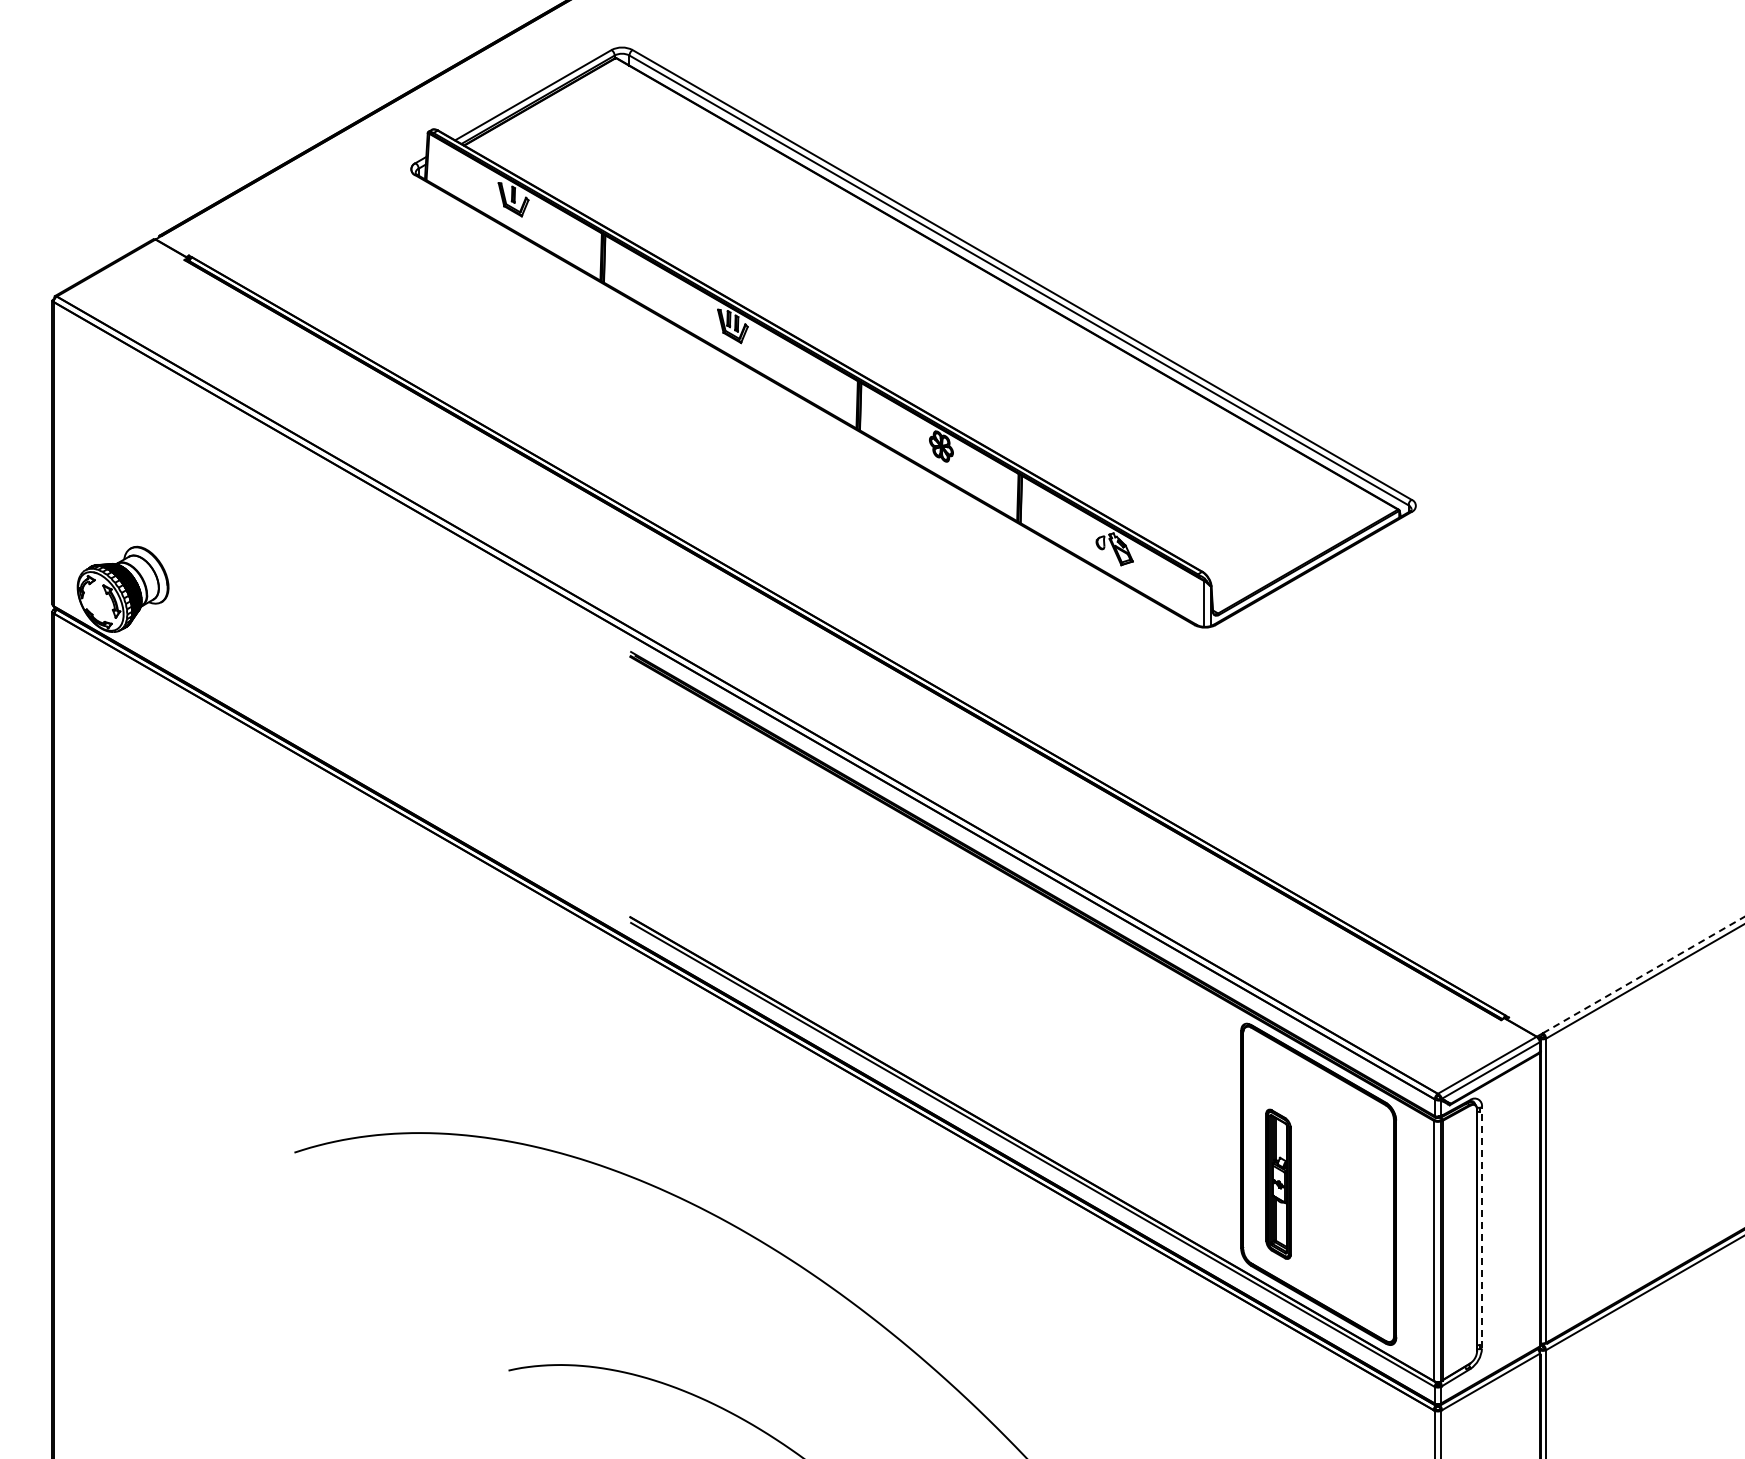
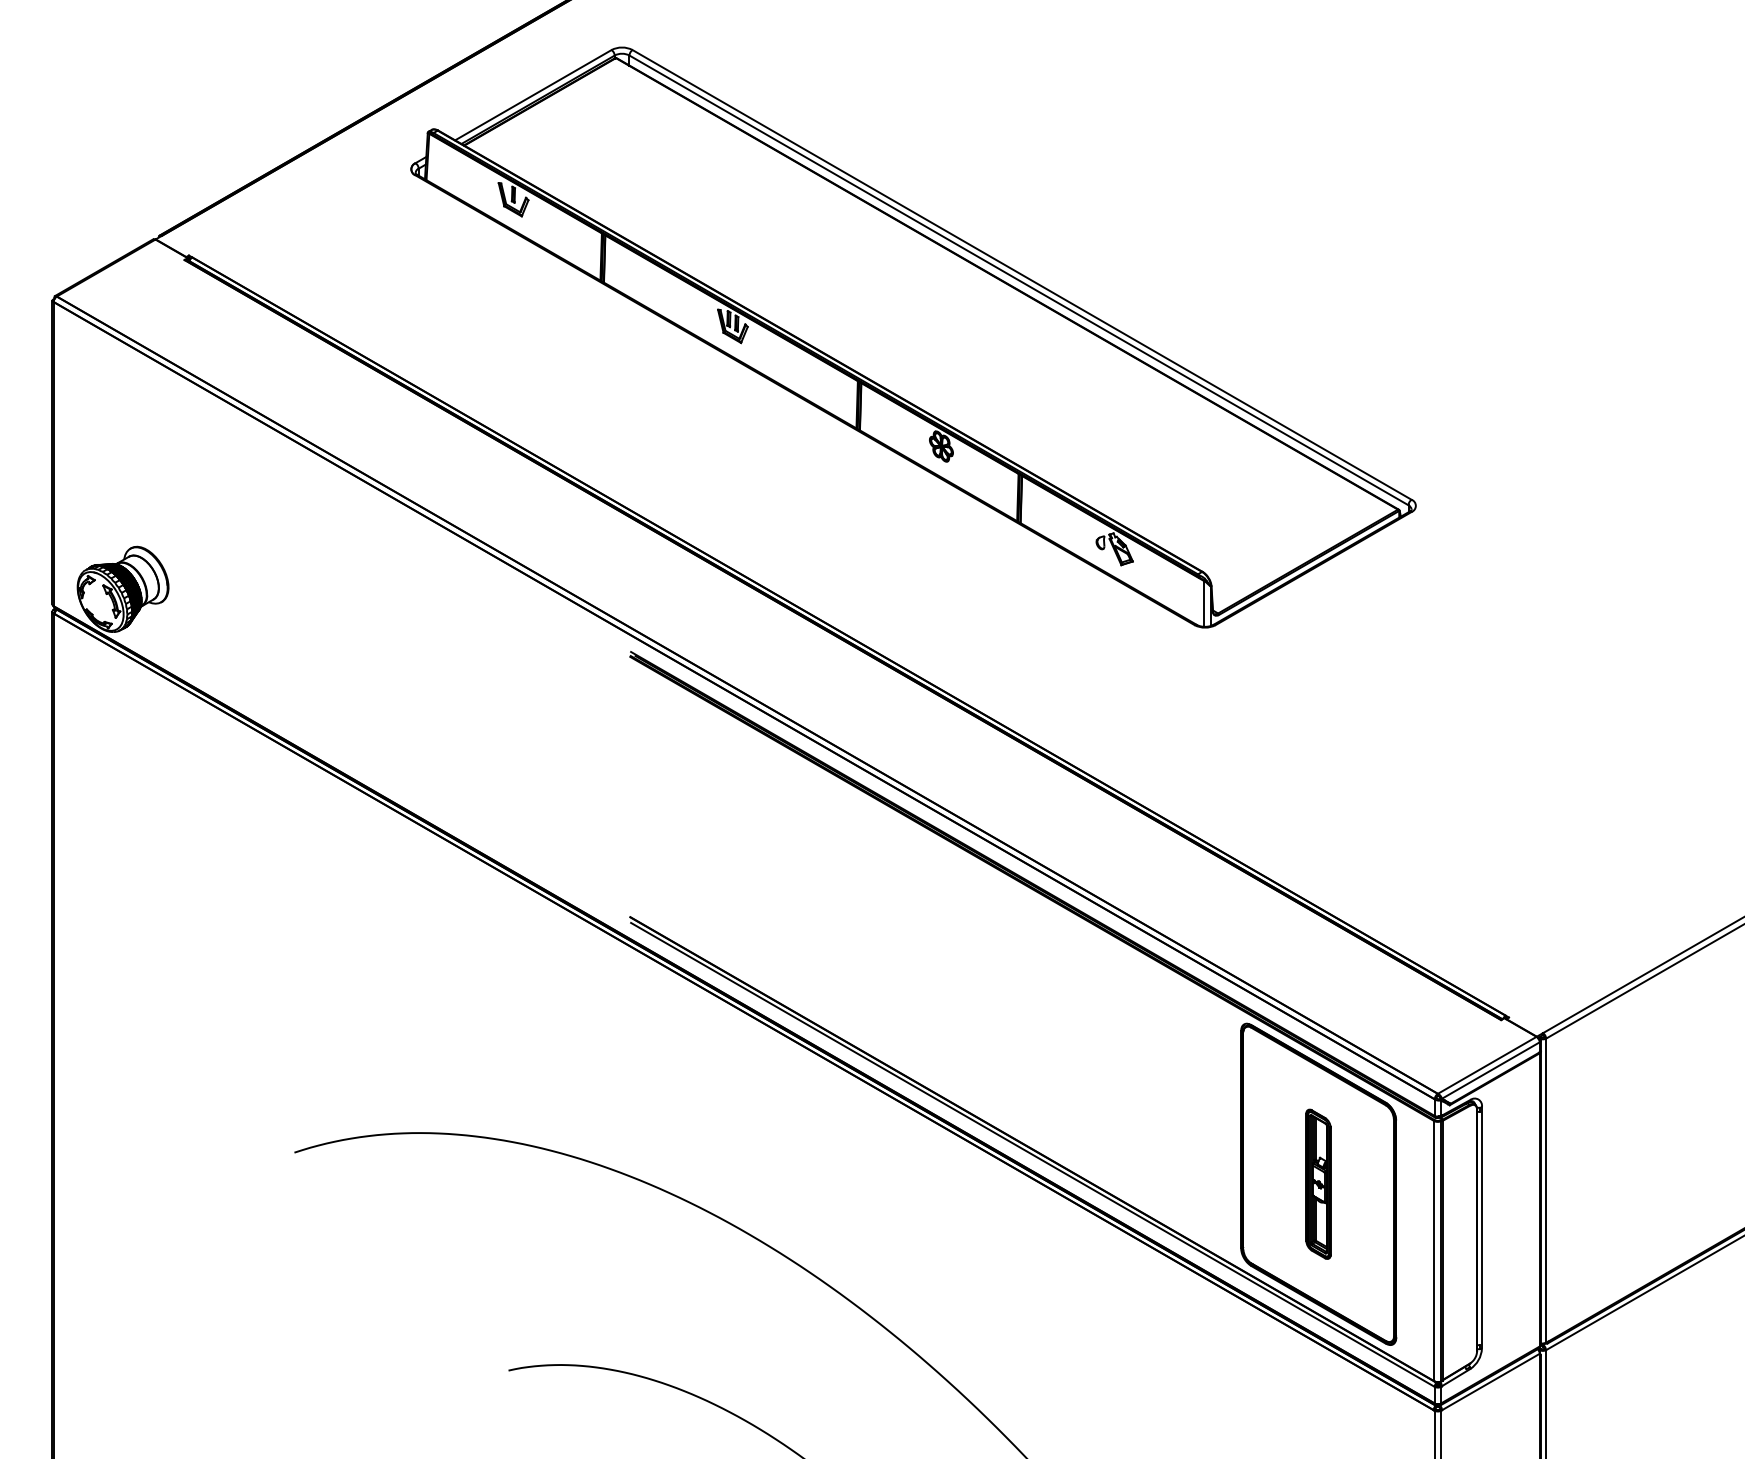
line at (1644, 974): dashed -> solid
part at (1278, 1183) position: (1278, 1183) -> (1318, 1183)
line at (1481, 1227): dashed -> solid
